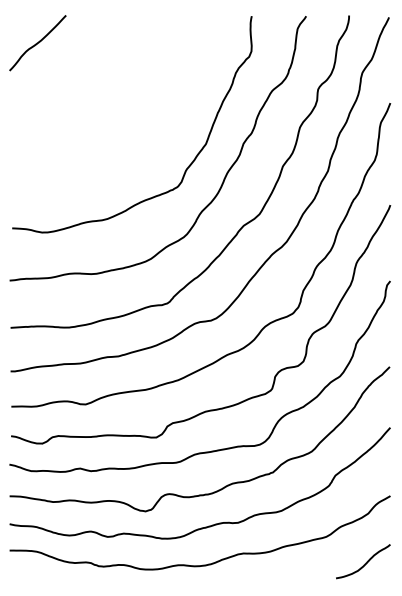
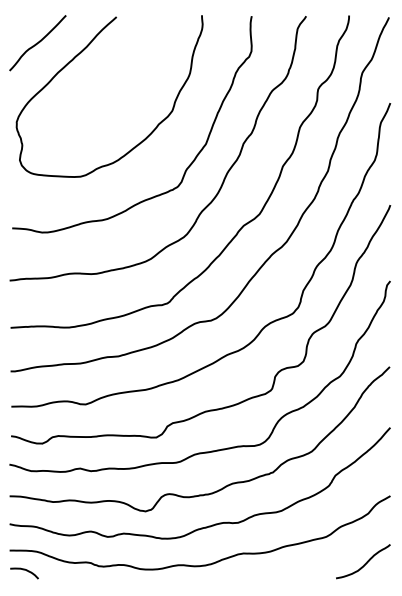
curve at (73, 60): none -> present
curve at (26, 571): none -> present
